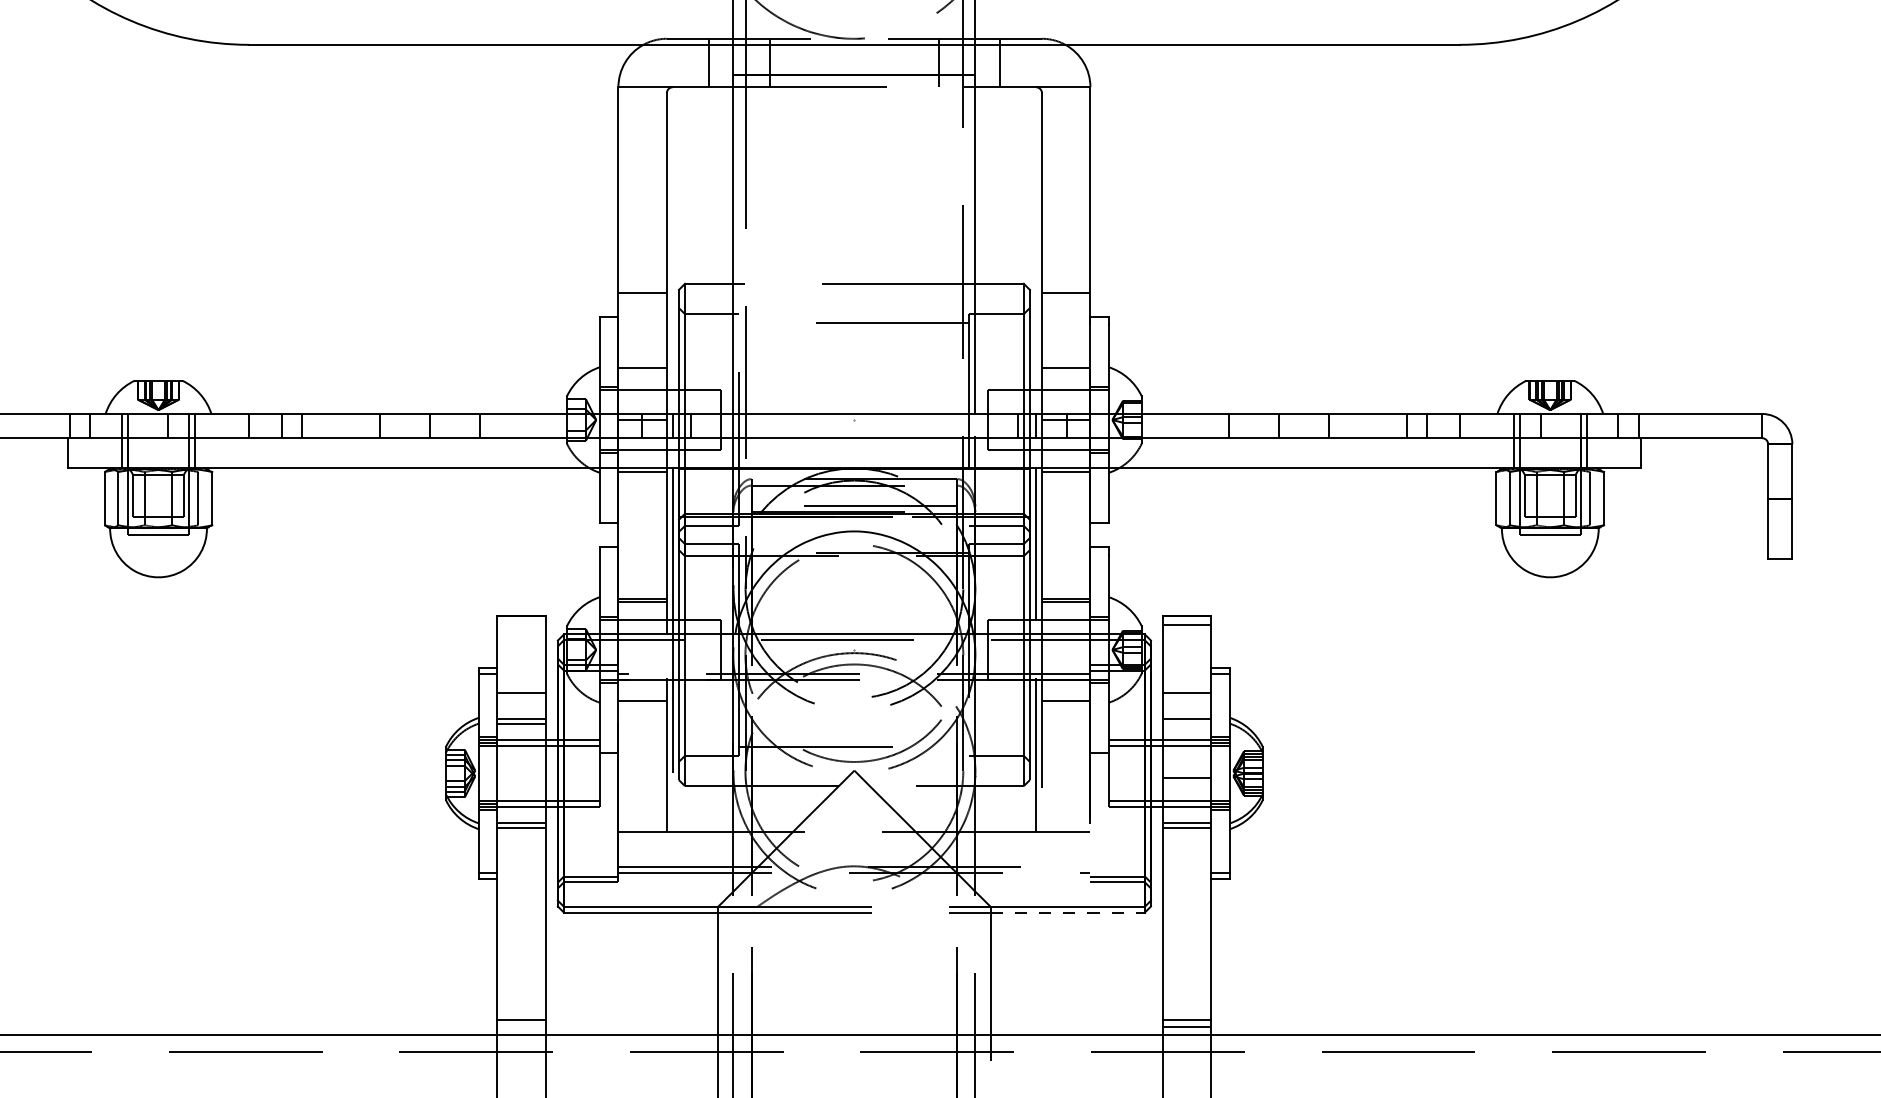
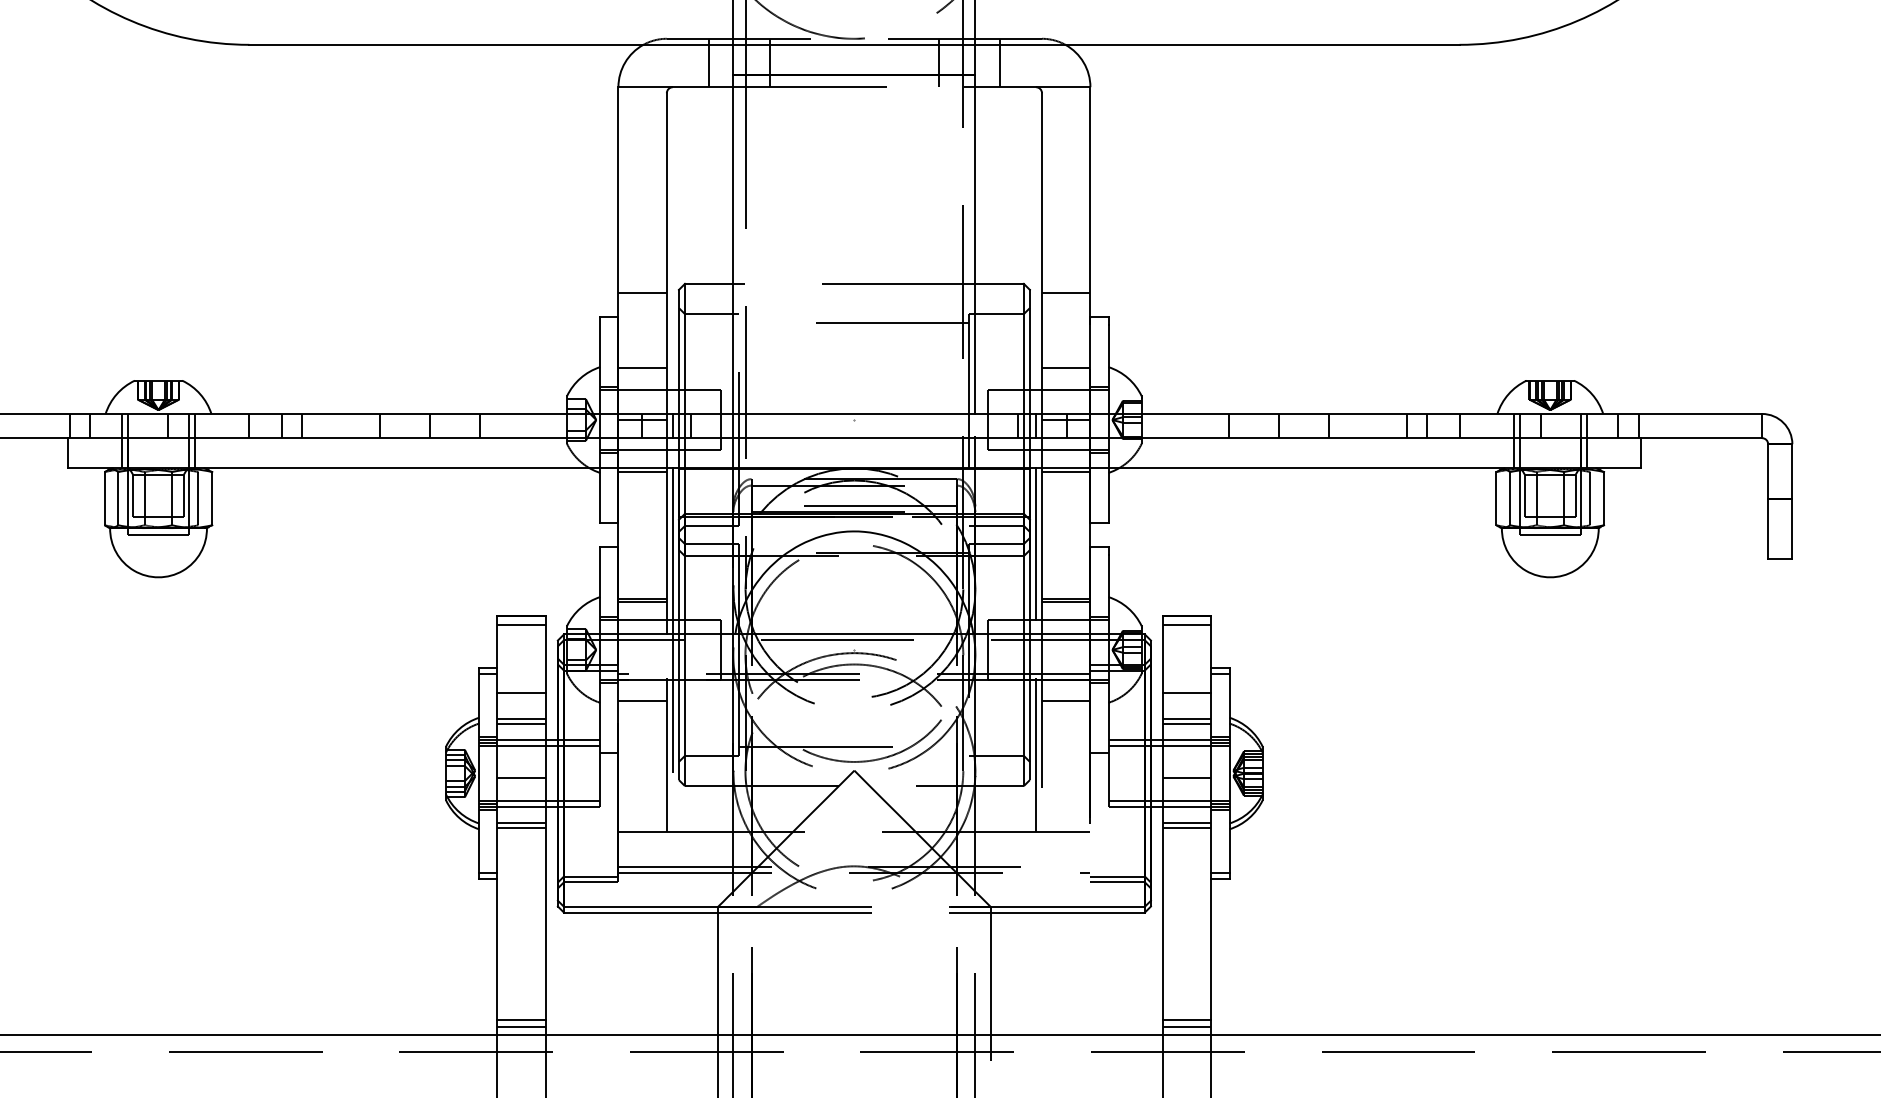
line at (521, 625): none -> present
line at (1187, 724): none -> present
line at (521, 777): none -> present
line at (1068, 912): dashed -> solid
line at (521, 1026): none -> present
